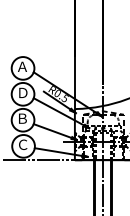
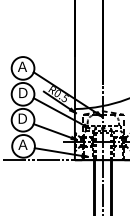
text at (22, 118): Ｂ -> Ｄ
text at (22, 144): Ｃ -> Ａ
